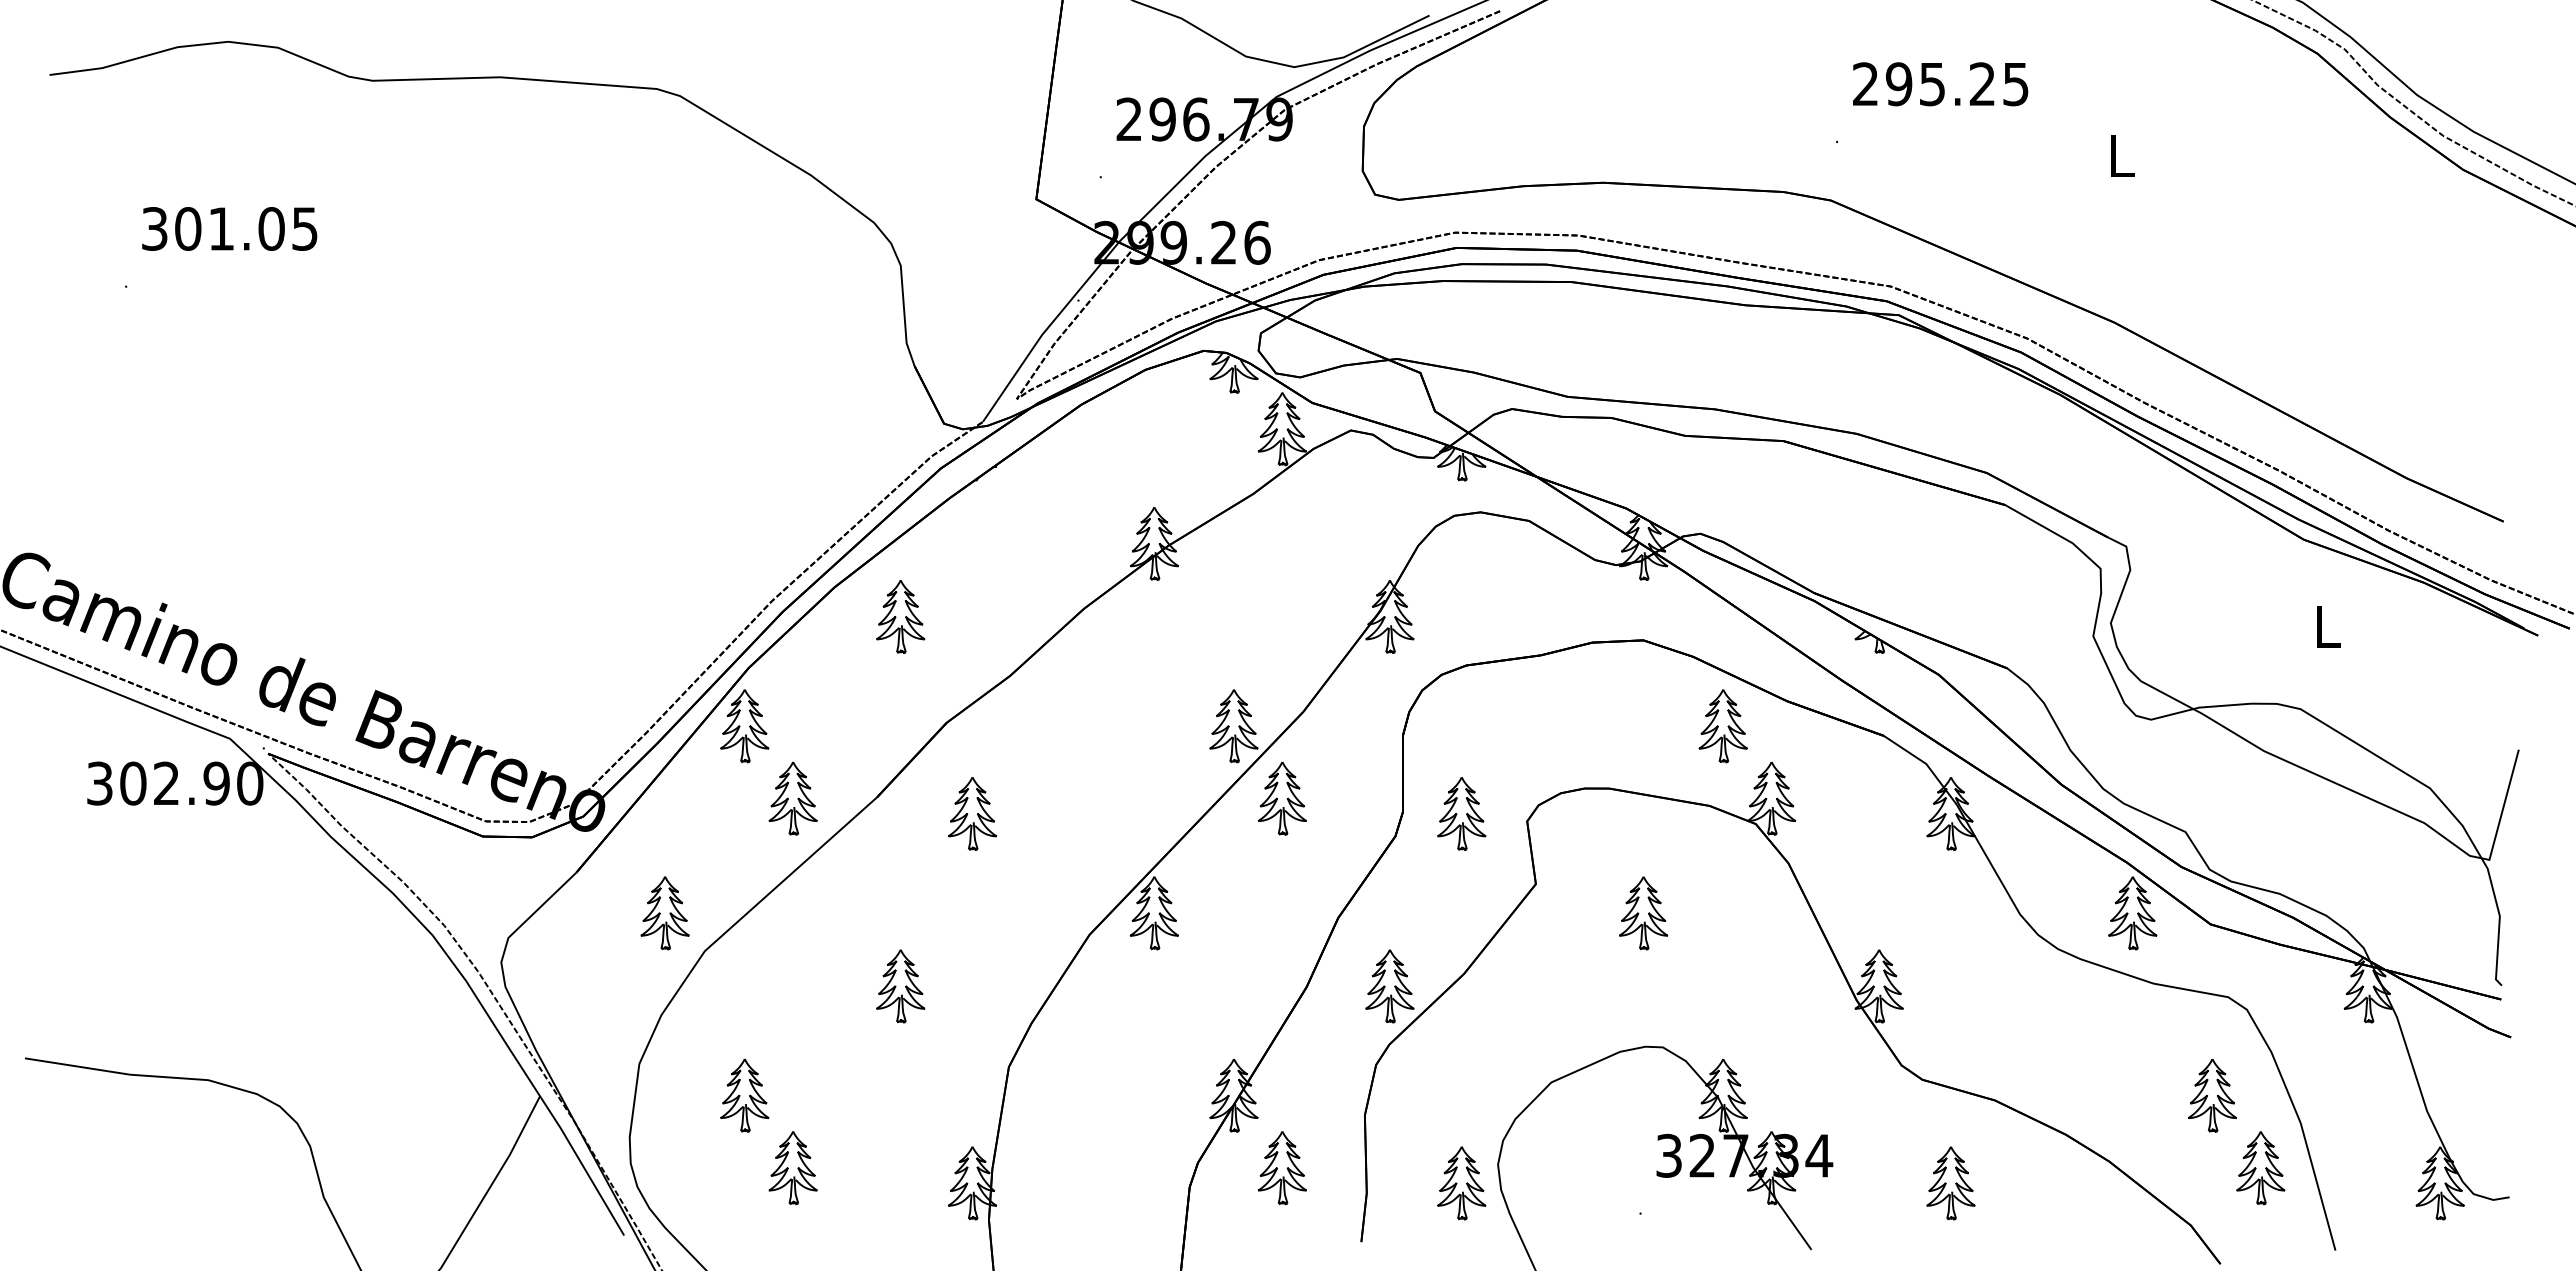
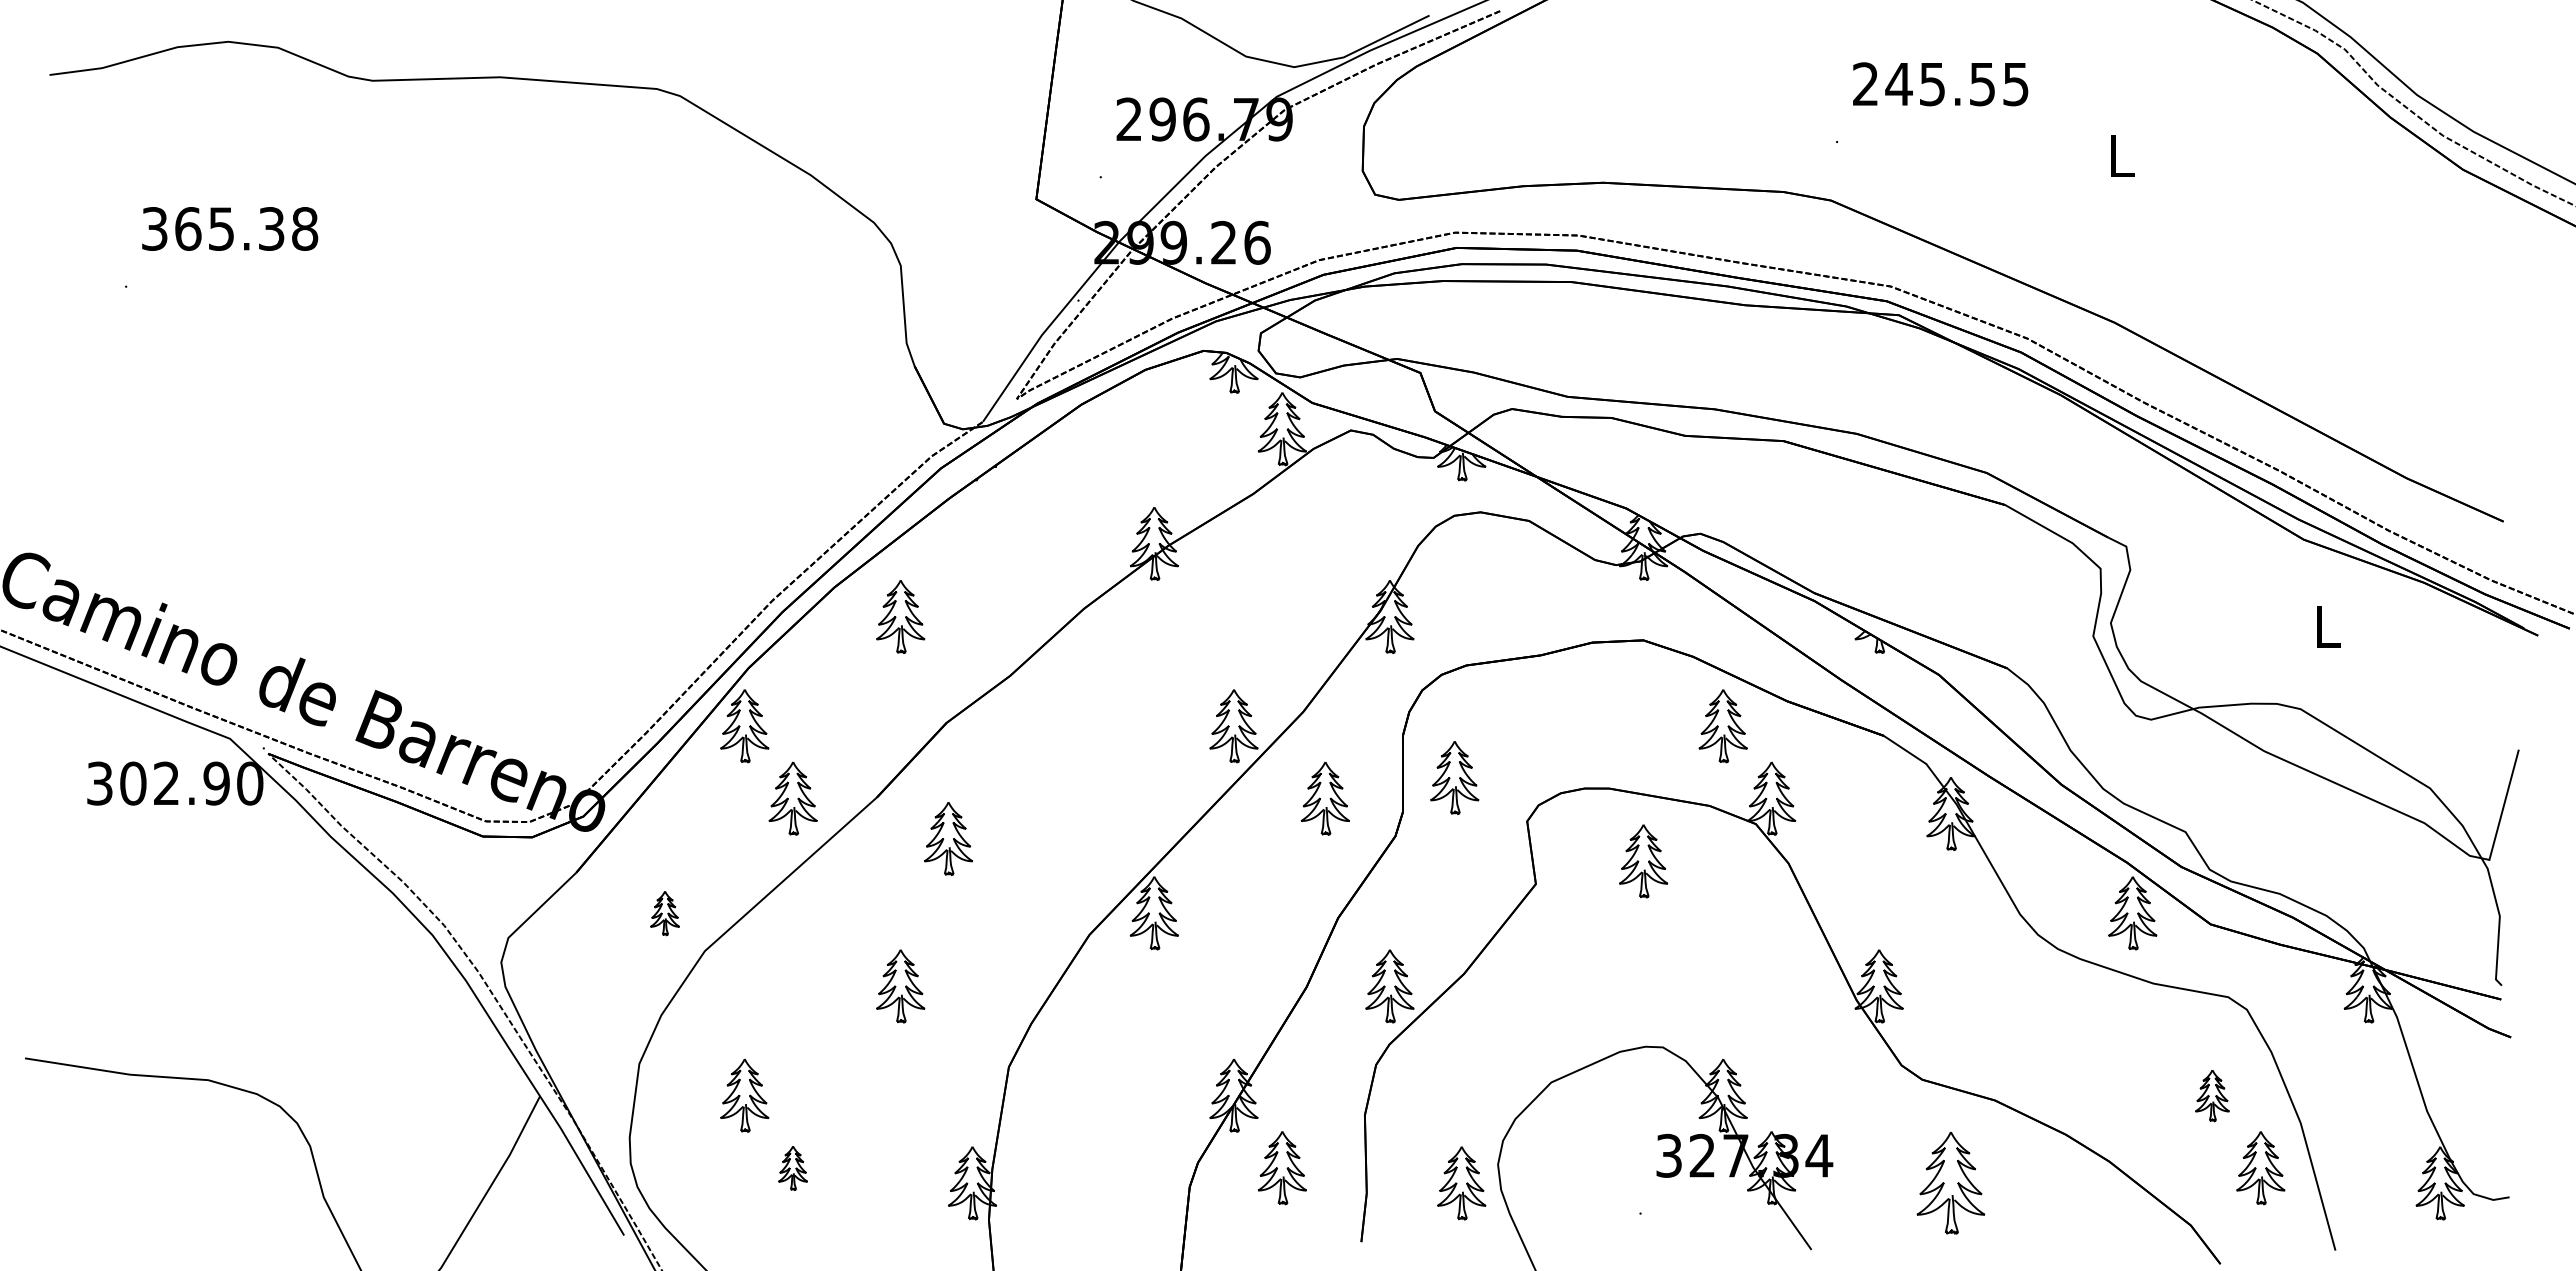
text at (1939, 84): 295.25 -> 245.55
text at (246, 228): 301.05 -> 365.38
part at (1281, 798) position: (1281, 798) -> (1324, 798)
part at (972, 813) position: (972, 813) -> (948, 838)
part at (1461, 813) position: (1461, 813) -> (1454, 777)
part at (664, 913) size: 50x75 px -> 30x46 px
part at (1643, 913) position: (1643, 913) -> (1643, 861)
part at (2212, 1095) size: 49x74 px -> 35x53 px
part at (792, 1168) size: 50x75 px -> 30x45 px
part at (1950, 1183) size: 50x75 px -> 70x103 px
